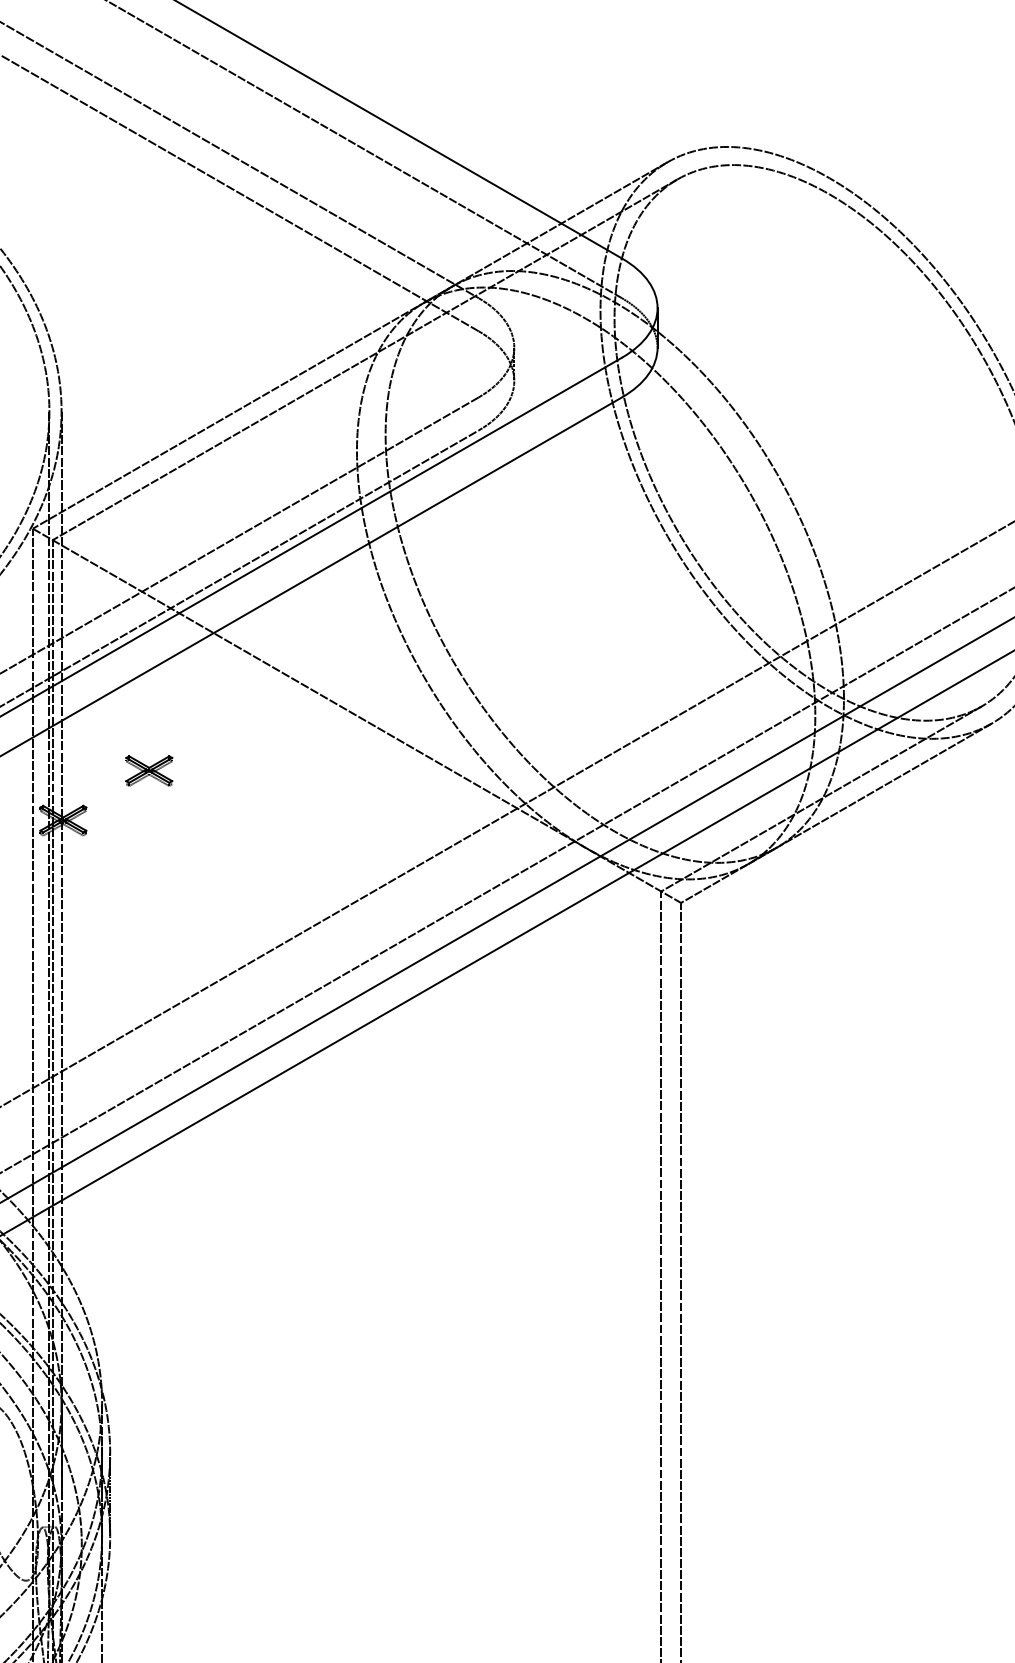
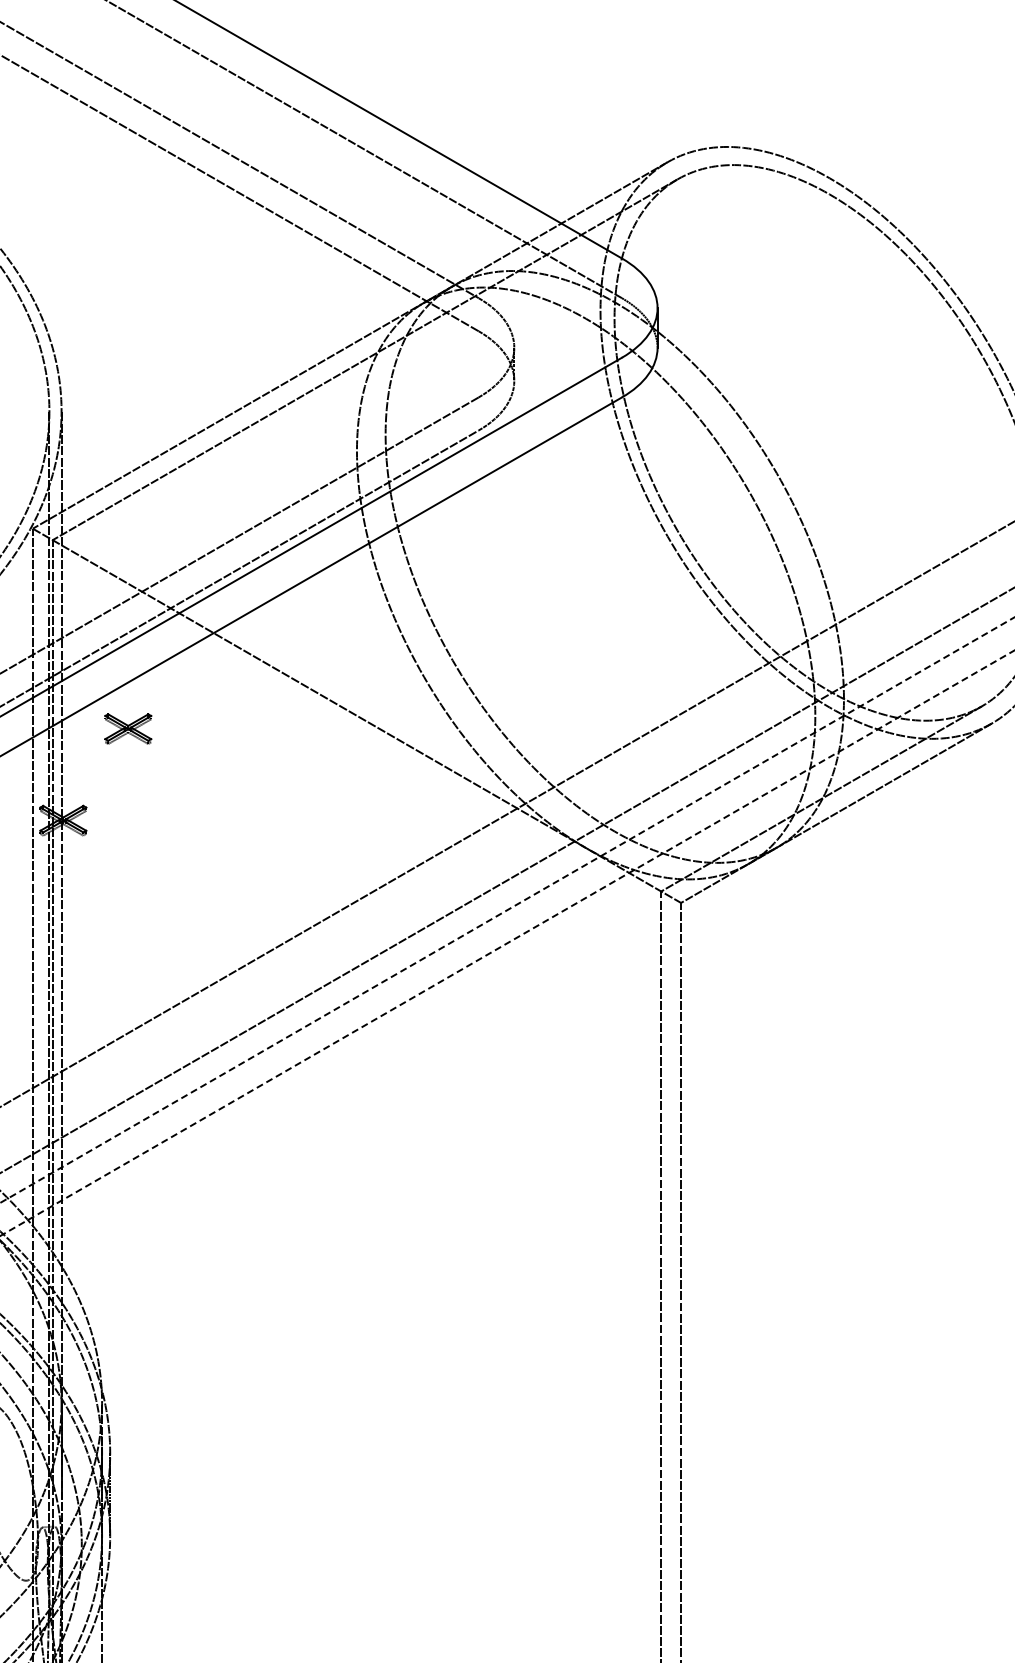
part at (149, 770) position: (149, 770) -> (128, 728)
line at (507, 910): solid -> dashed
line at (507, 942): solid -> dashed
